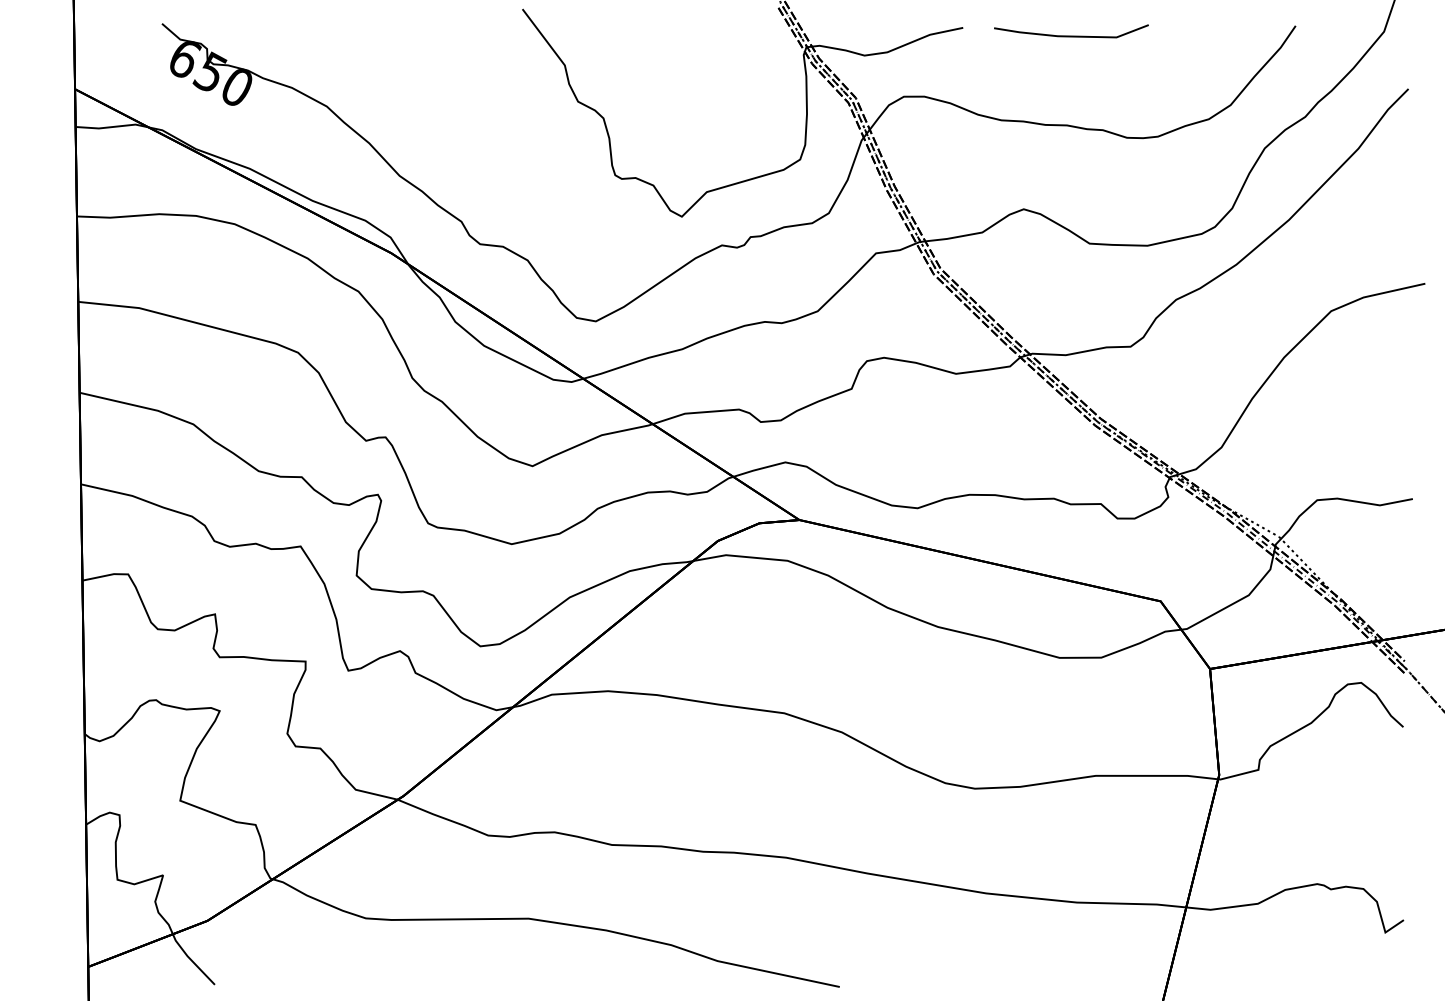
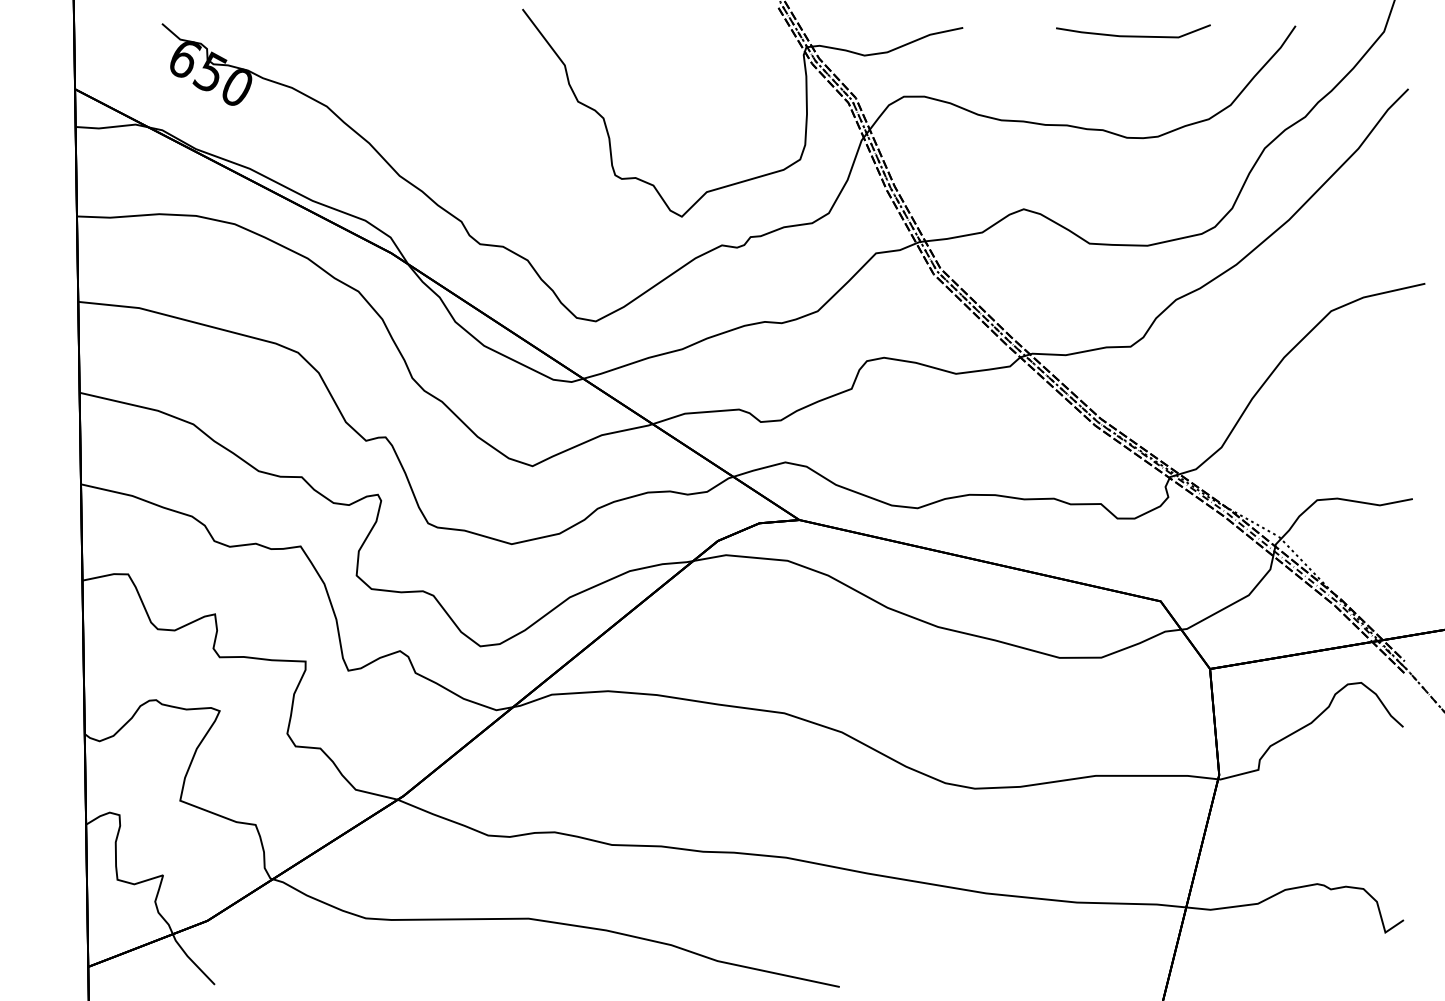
line at (1071, 35) position: (1071, 35) -> (1133, 35)
